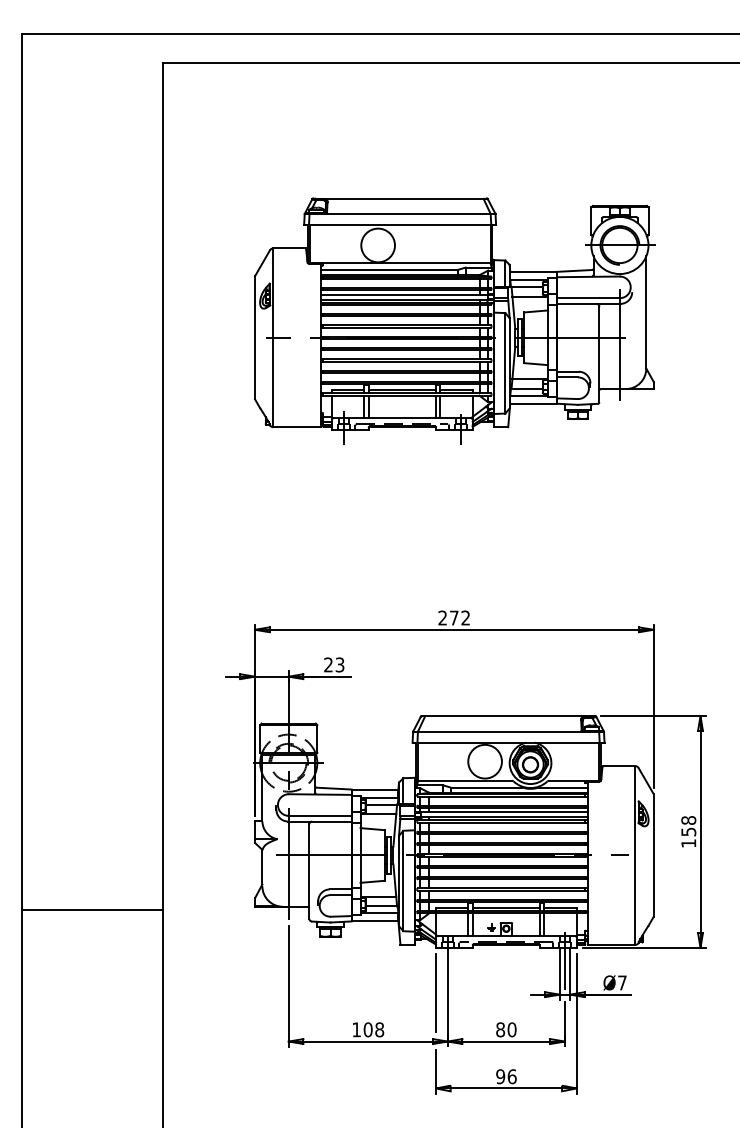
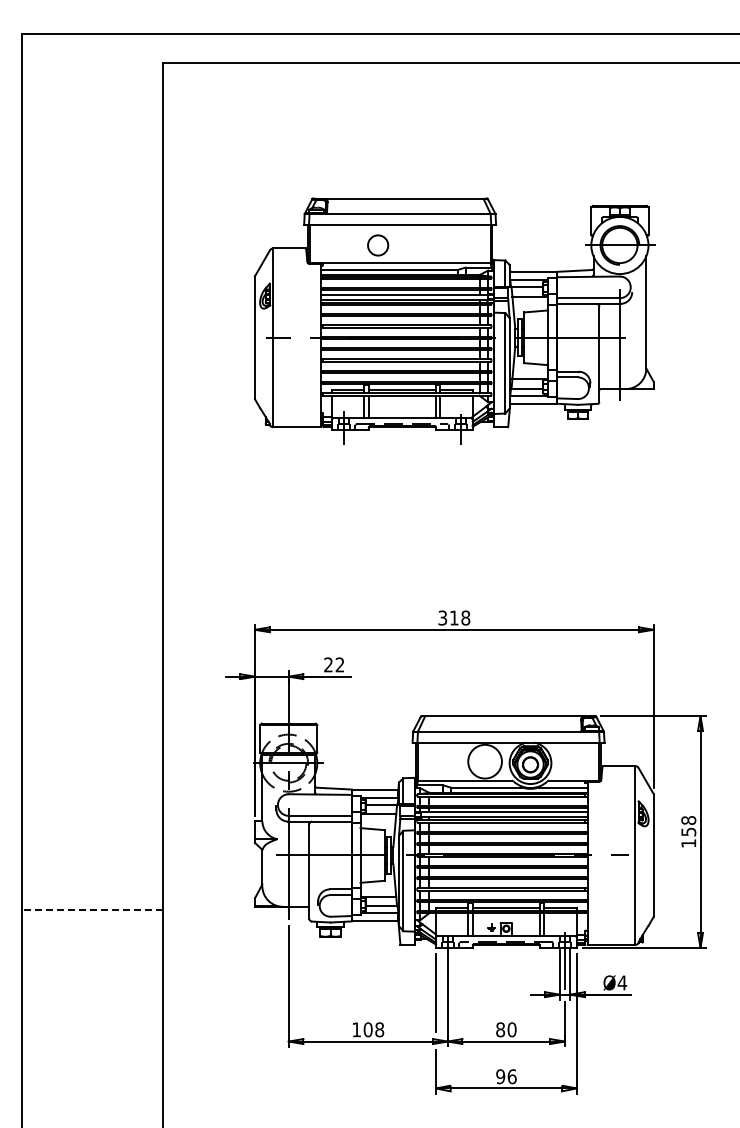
circle at (378, 245) diameter: 34 px -> 20 px
text at (454, 617): 272 -> 318
text at (339, 664): 23 -> 22
line at (91, 910): solid -> dashed
text at (622, 982): 7 -> 4
